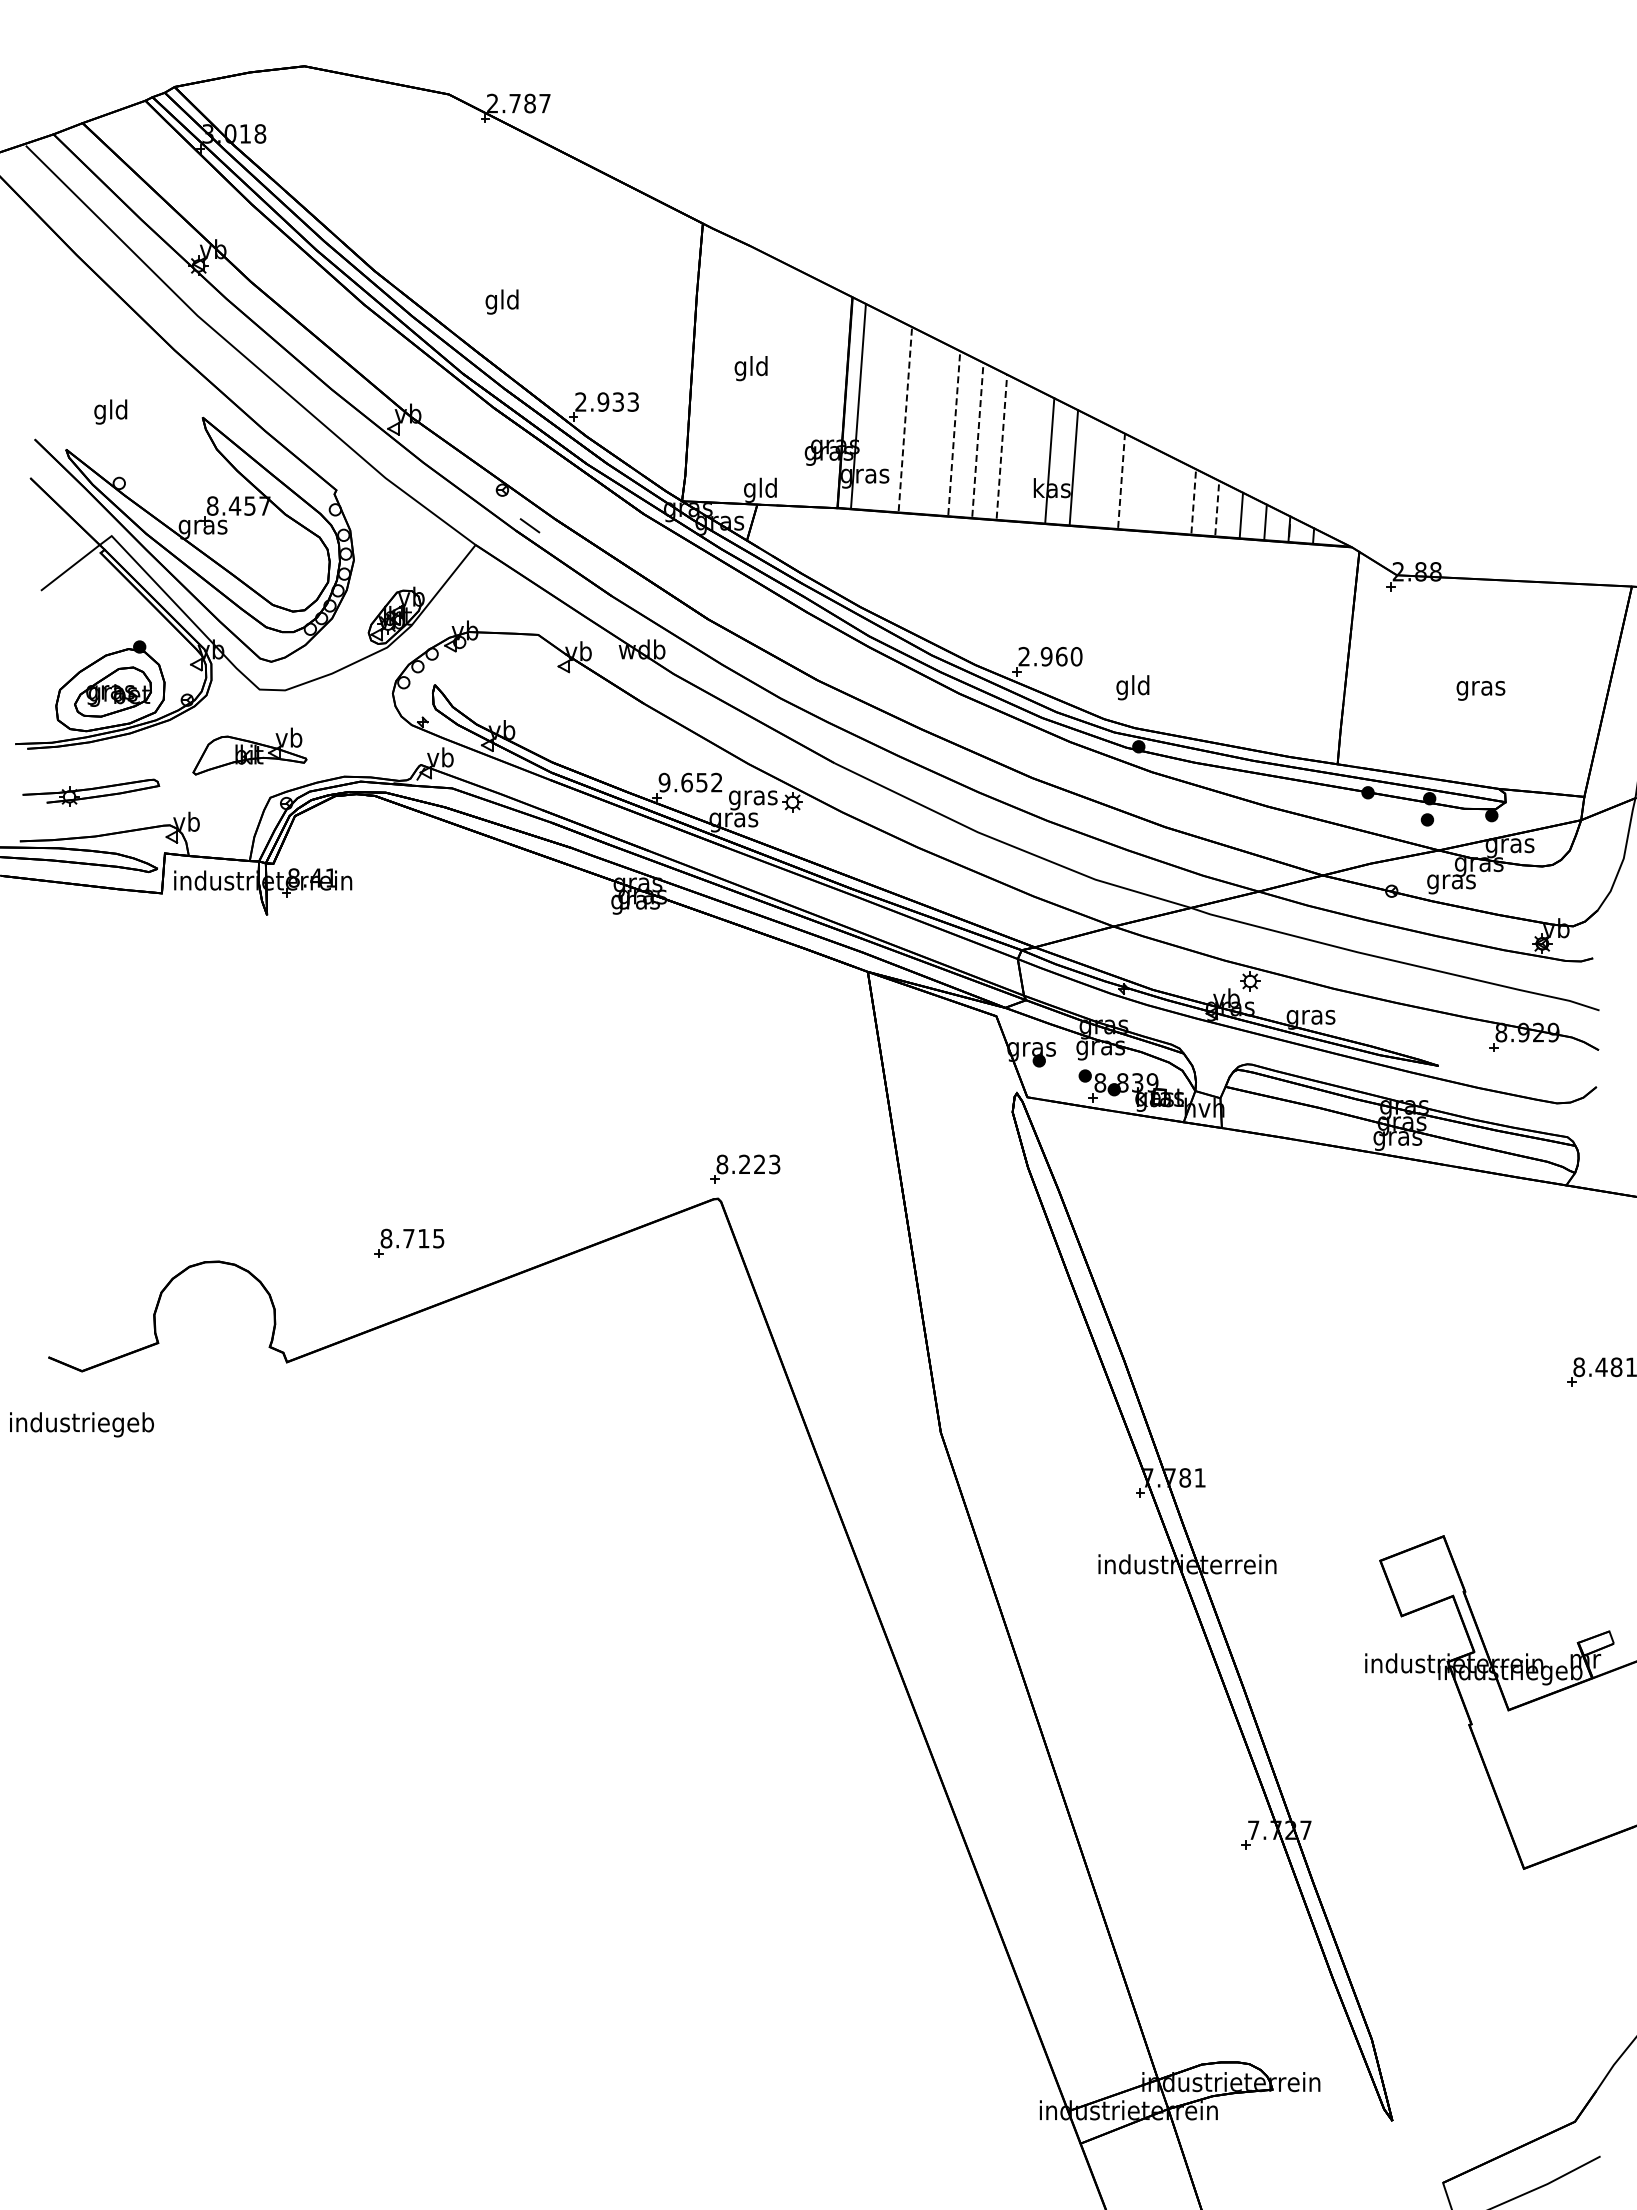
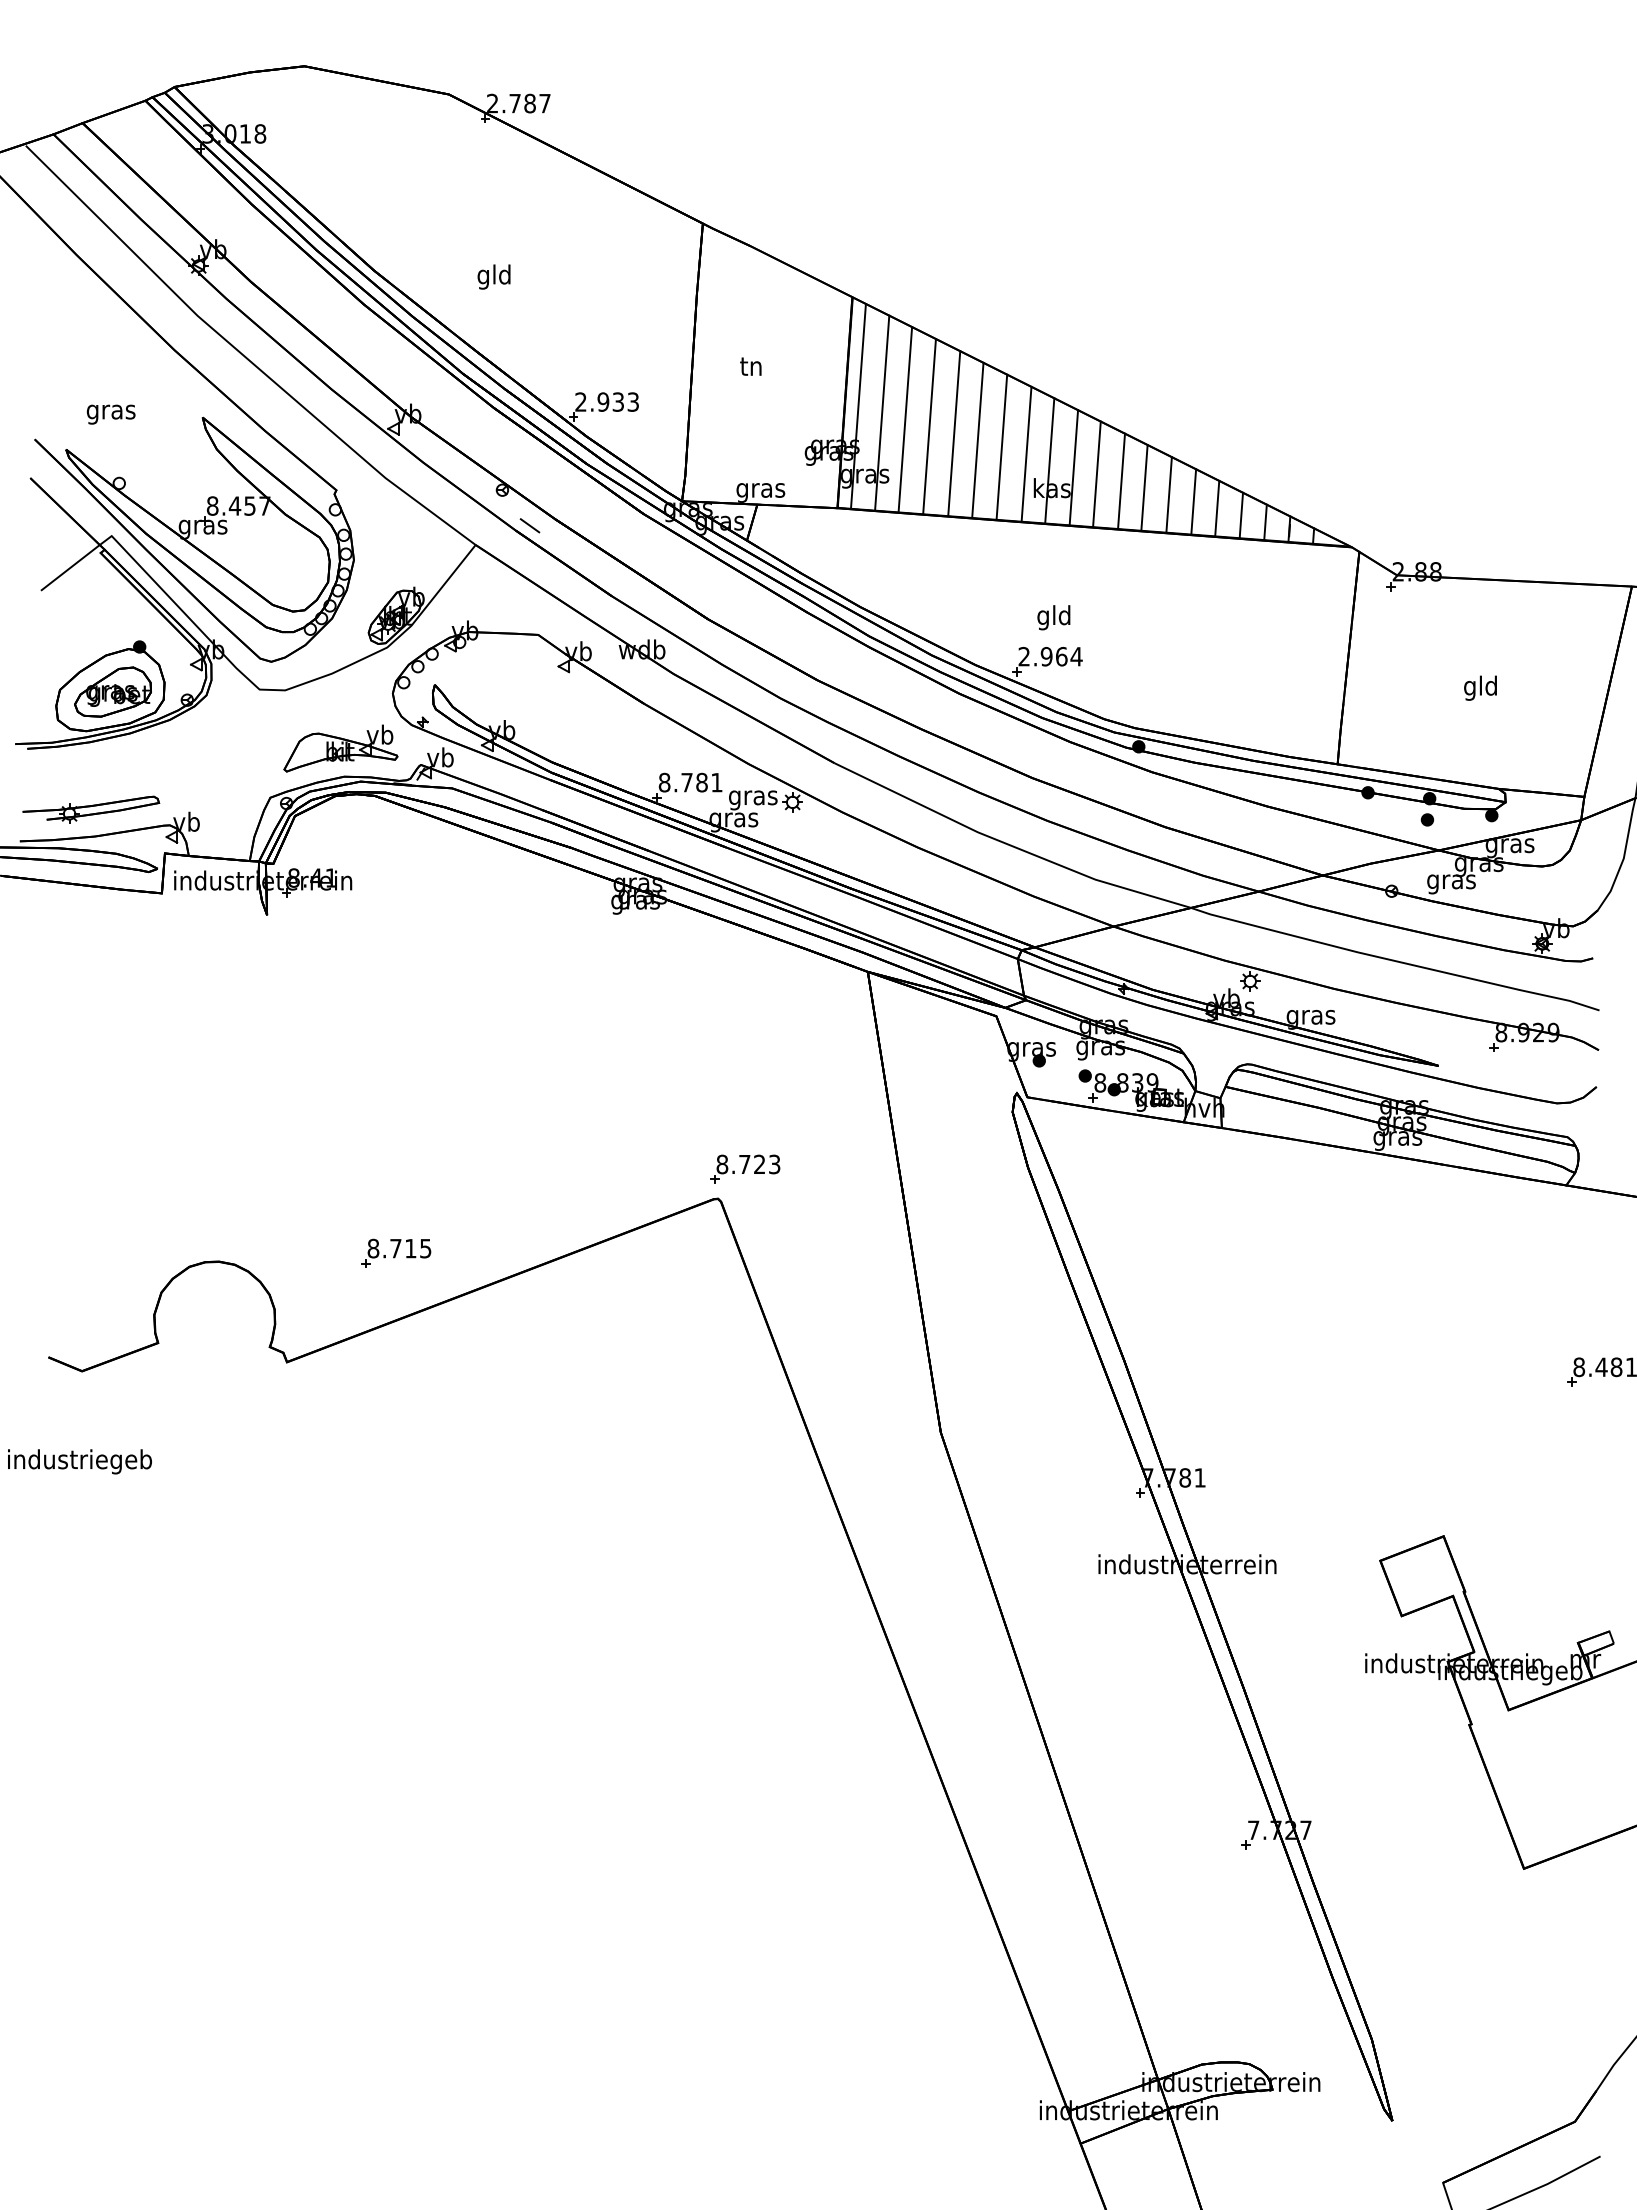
text at (501, 301) position: (501, 301) -> (493, 276)
text at (750, 368): gld -> tn
text at (110, 411): gld -> gras
line at (882, 412): none -> present
line at (905, 418): dashed -> solid
line at (929, 426): none -> present
line at (954, 432): dashed -> solid
line at (977, 439): dashed -> solid
line at (1001, 446): dashed -> solid
line at (1026, 453): none -> present
line at (1096, 473): none -> present
line at (1121, 480): dashed -> solid
line at (1144, 487): none -> present
text at (760, 489): gld -> gras
line at (1168, 494): none -> present
line at (1193, 500): dashed -> solid
line at (1217, 507): dashed -> solid
text at (1076, 656): 2.960 -> 2.964
text at (1132, 687) position: (1132, 687) -> (1053, 617)
text at (1480, 687): gras -> gld
part at (249, 751) position: (249, 751) -> (340, 748)
text at (690, 782): 9.652 -> 8.781
part at (91, 792) position: (91, 792) -> (91, 809)
text at (744, 1163): 8.223 -> 8.723
part at (409, 1242) position: (409, 1242) -> (396, 1252)
text at (81, 1424) position: (81, 1424) -> (79, 1461)
